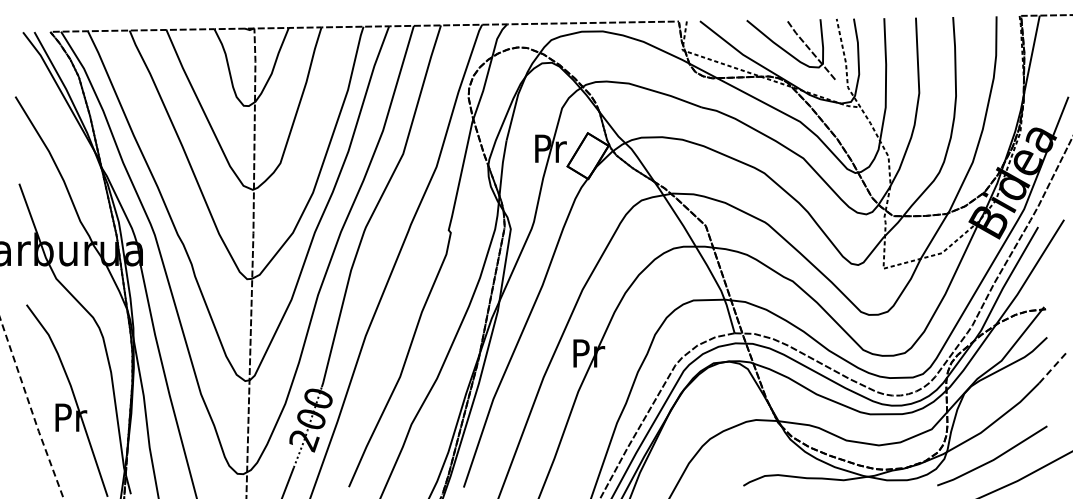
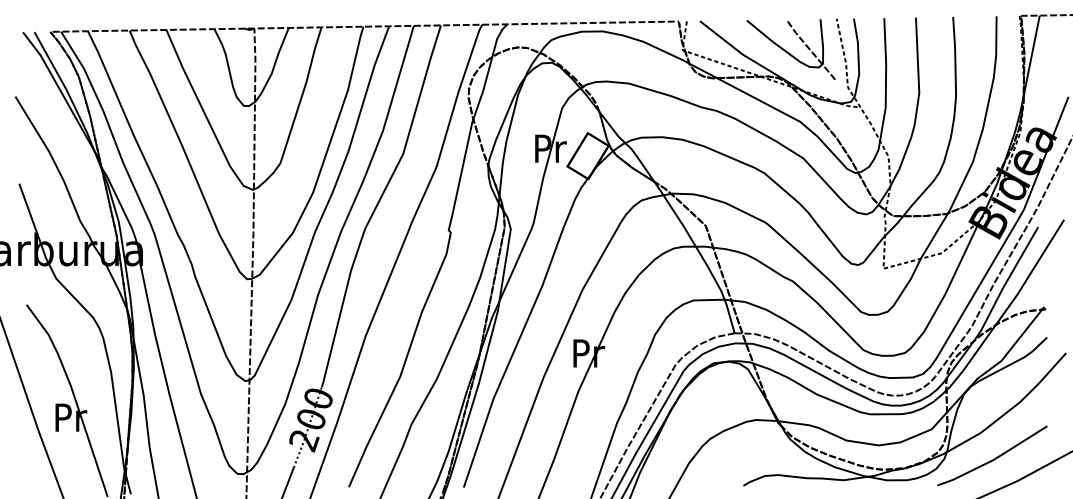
line at (1053, 367): dashed -> solid
line at (31, 409): dashed -> solid
